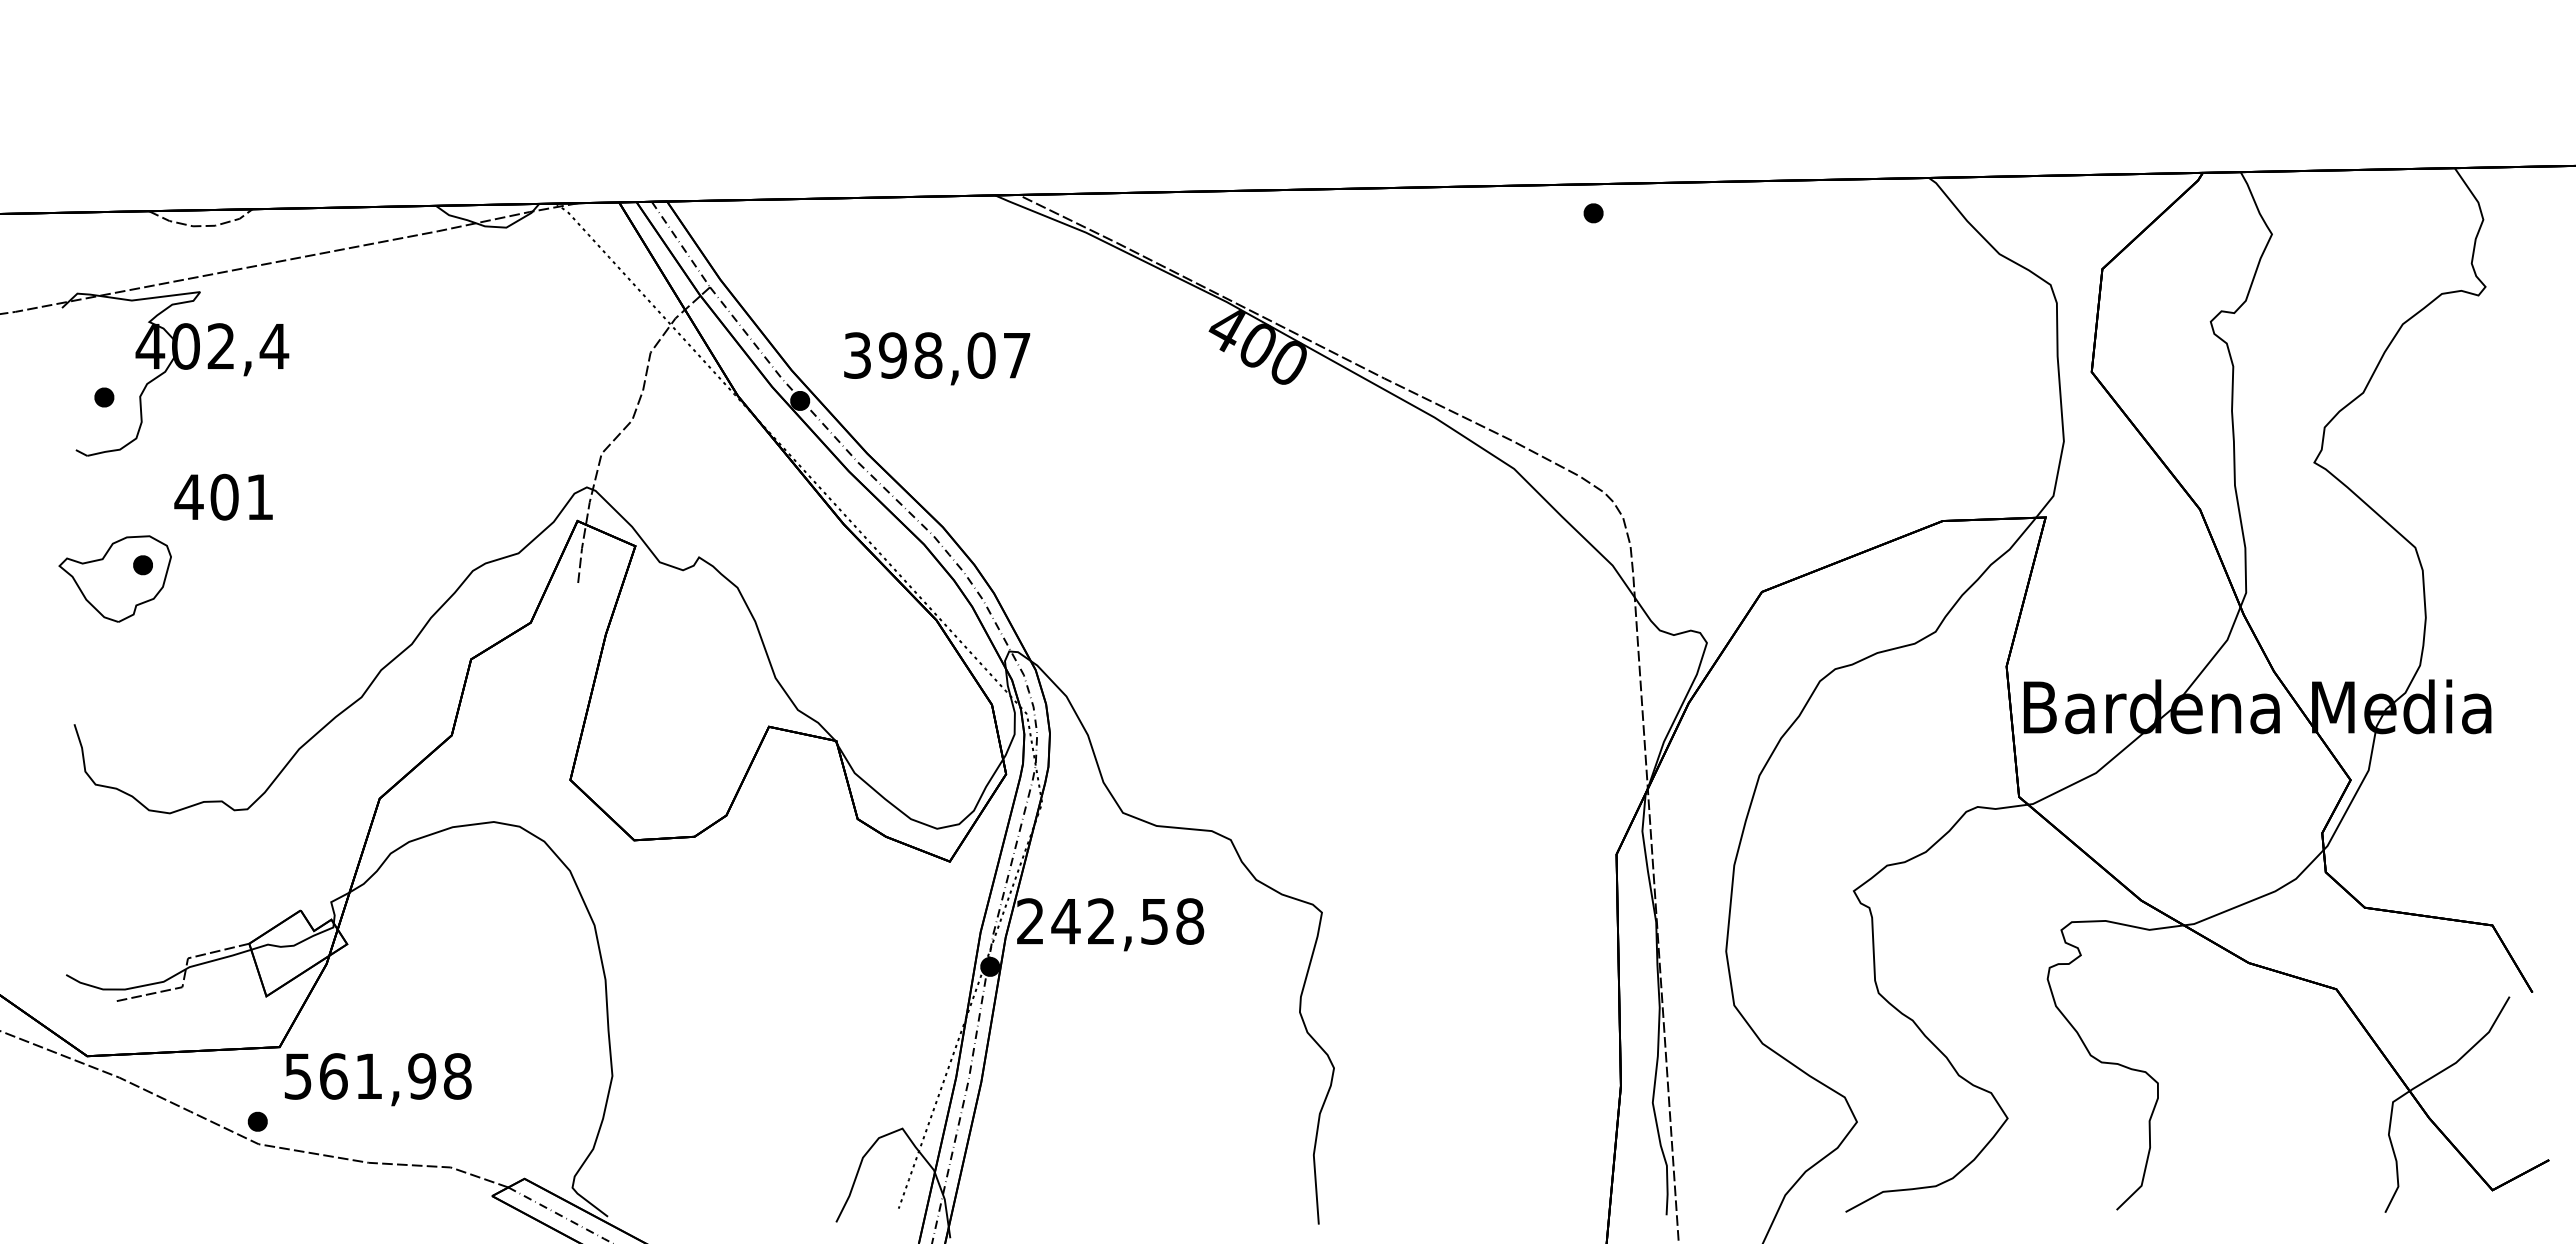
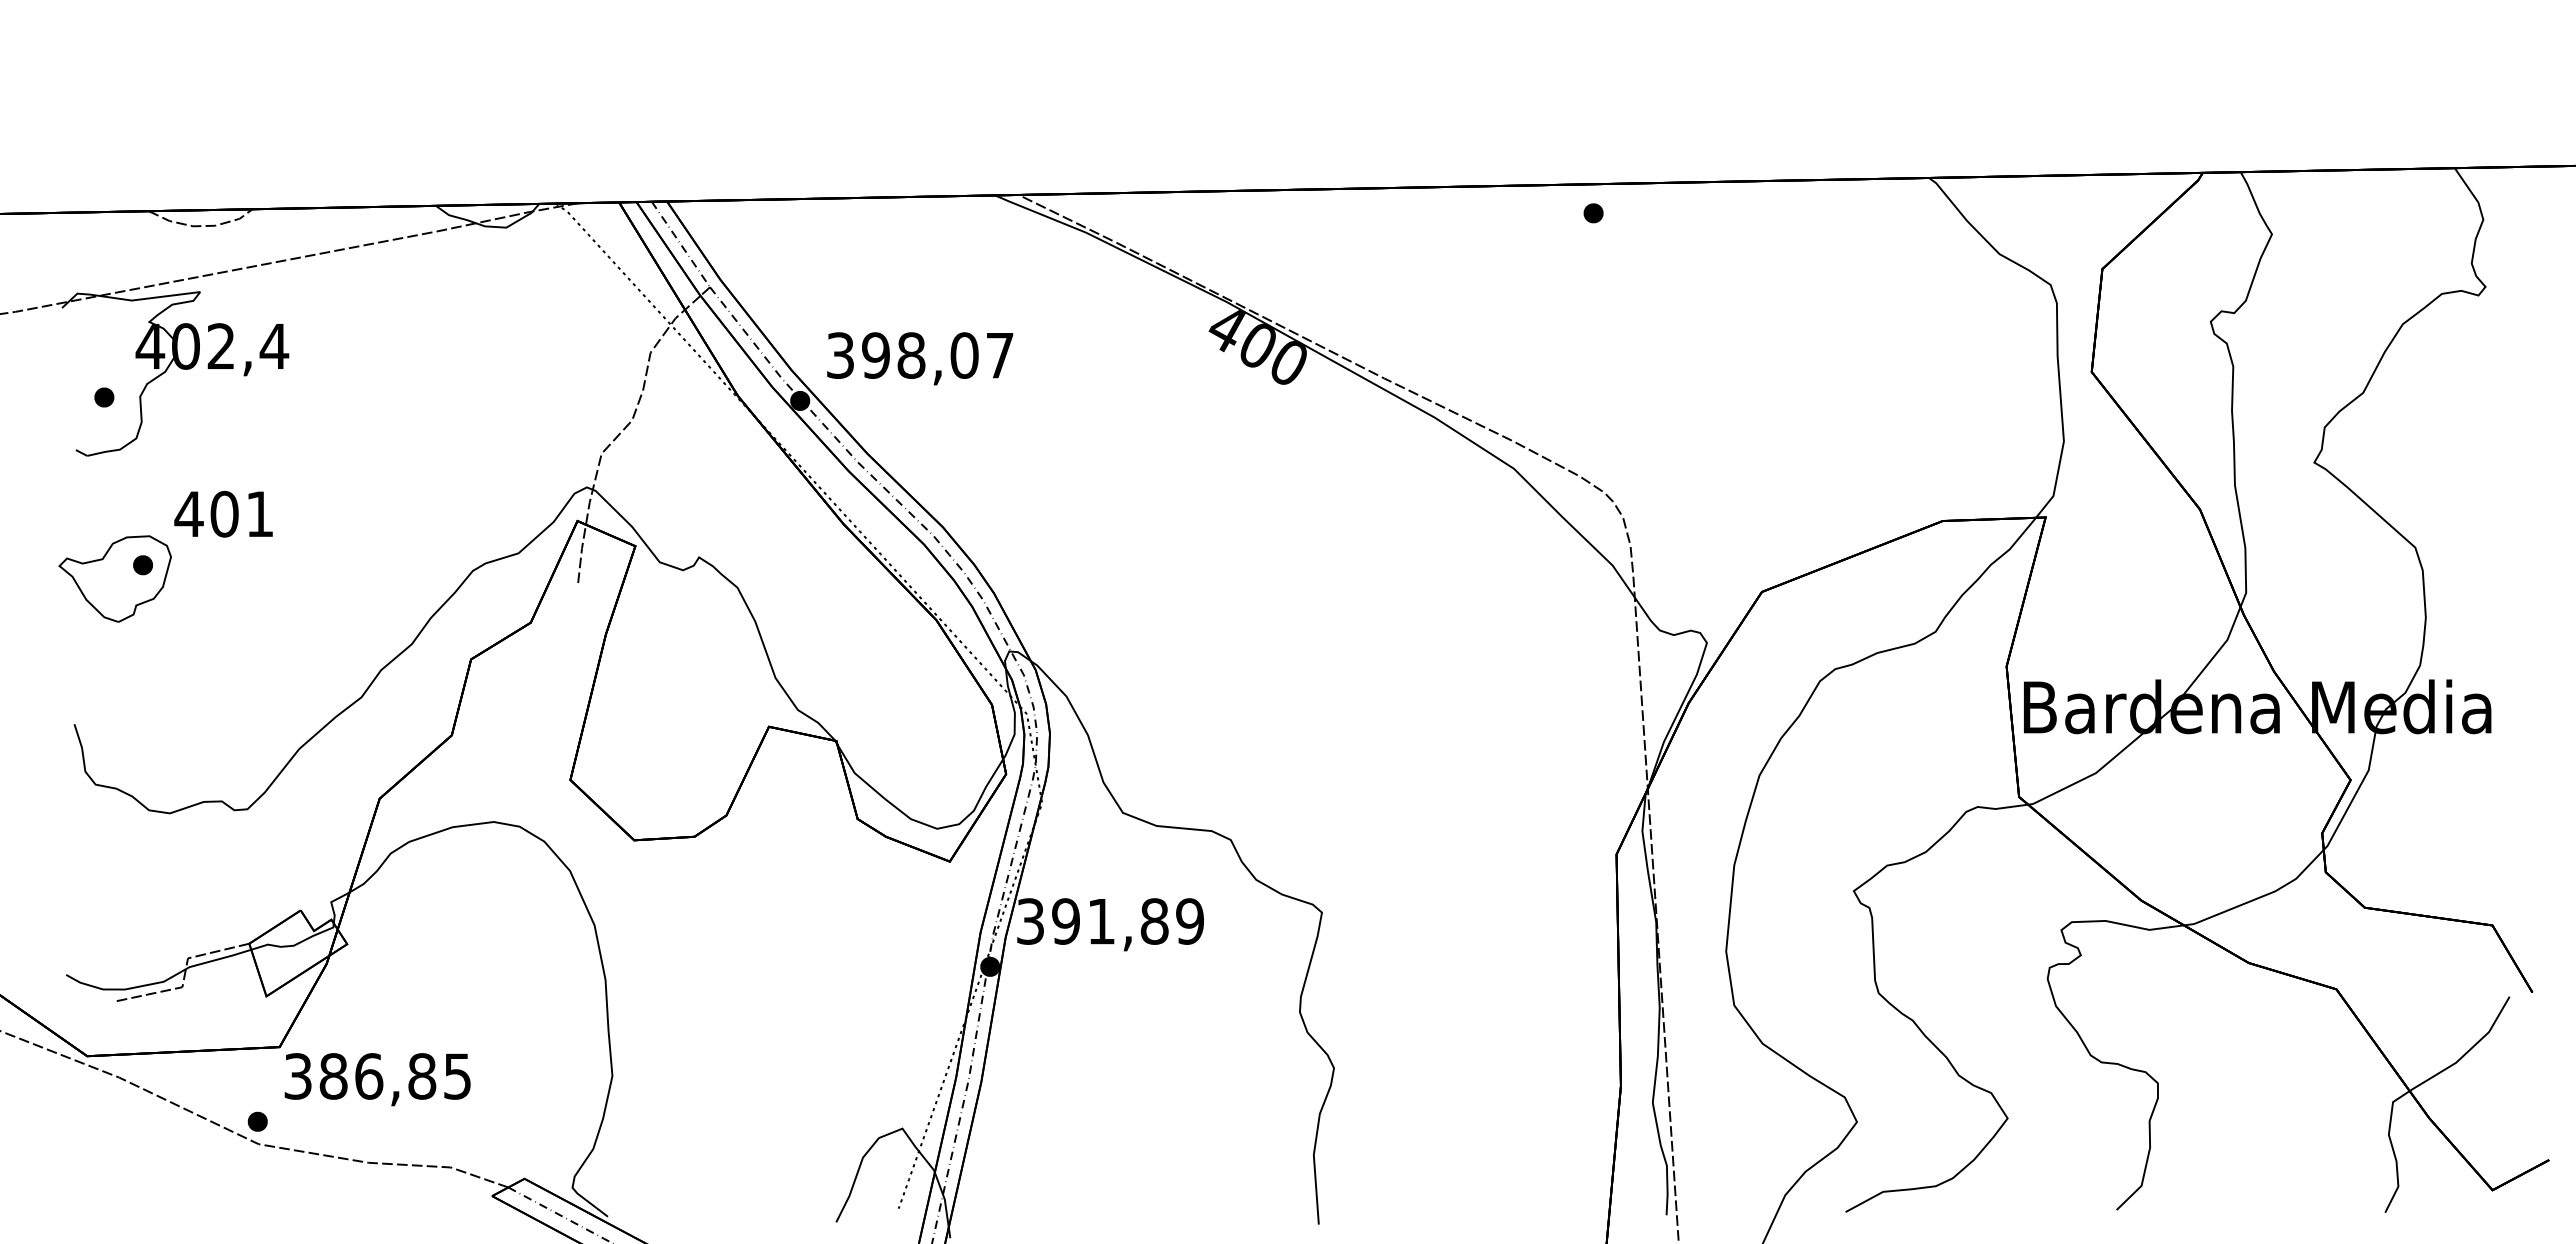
text at (937, 358) position: (937, 358) -> (920, 358)
text at (223, 496) position: (223, 496) -> (223, 513)
text at (1110, 921): 242,58 -> 391,89
text at (378, 1076): 561,98 -> 386,85
